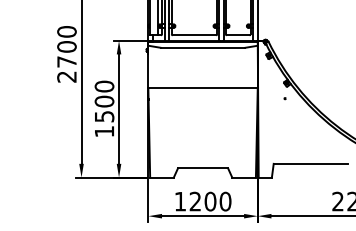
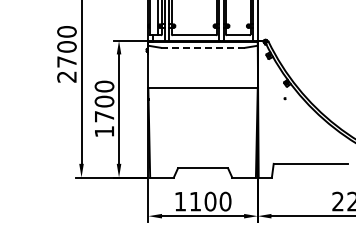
line at (203, 47): solid -> dashed
text at (104, 116): 1500 -> 1700
text at (194, 201): 1200 -> 1100
